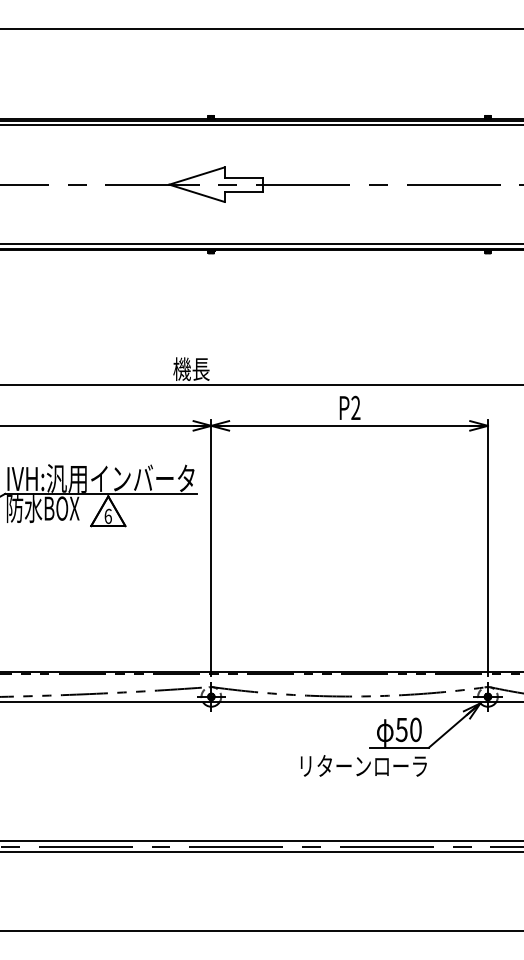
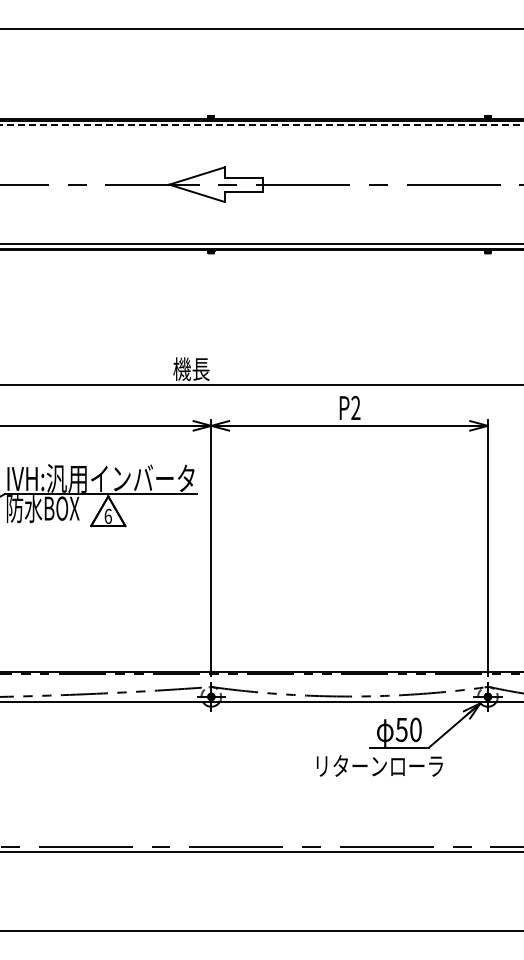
line at (262, 125): solid -> dashed
text at (363, 765) position: (363, 765) -> (379, 765)
line at (261, 841): present -> none
